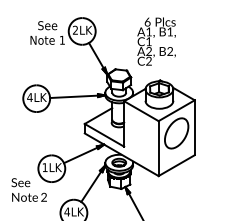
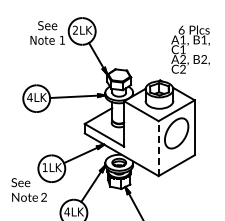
text at (156, 41) position: (156, 41) -> (190, 49)
line at (158, 148): solid -> dashed
